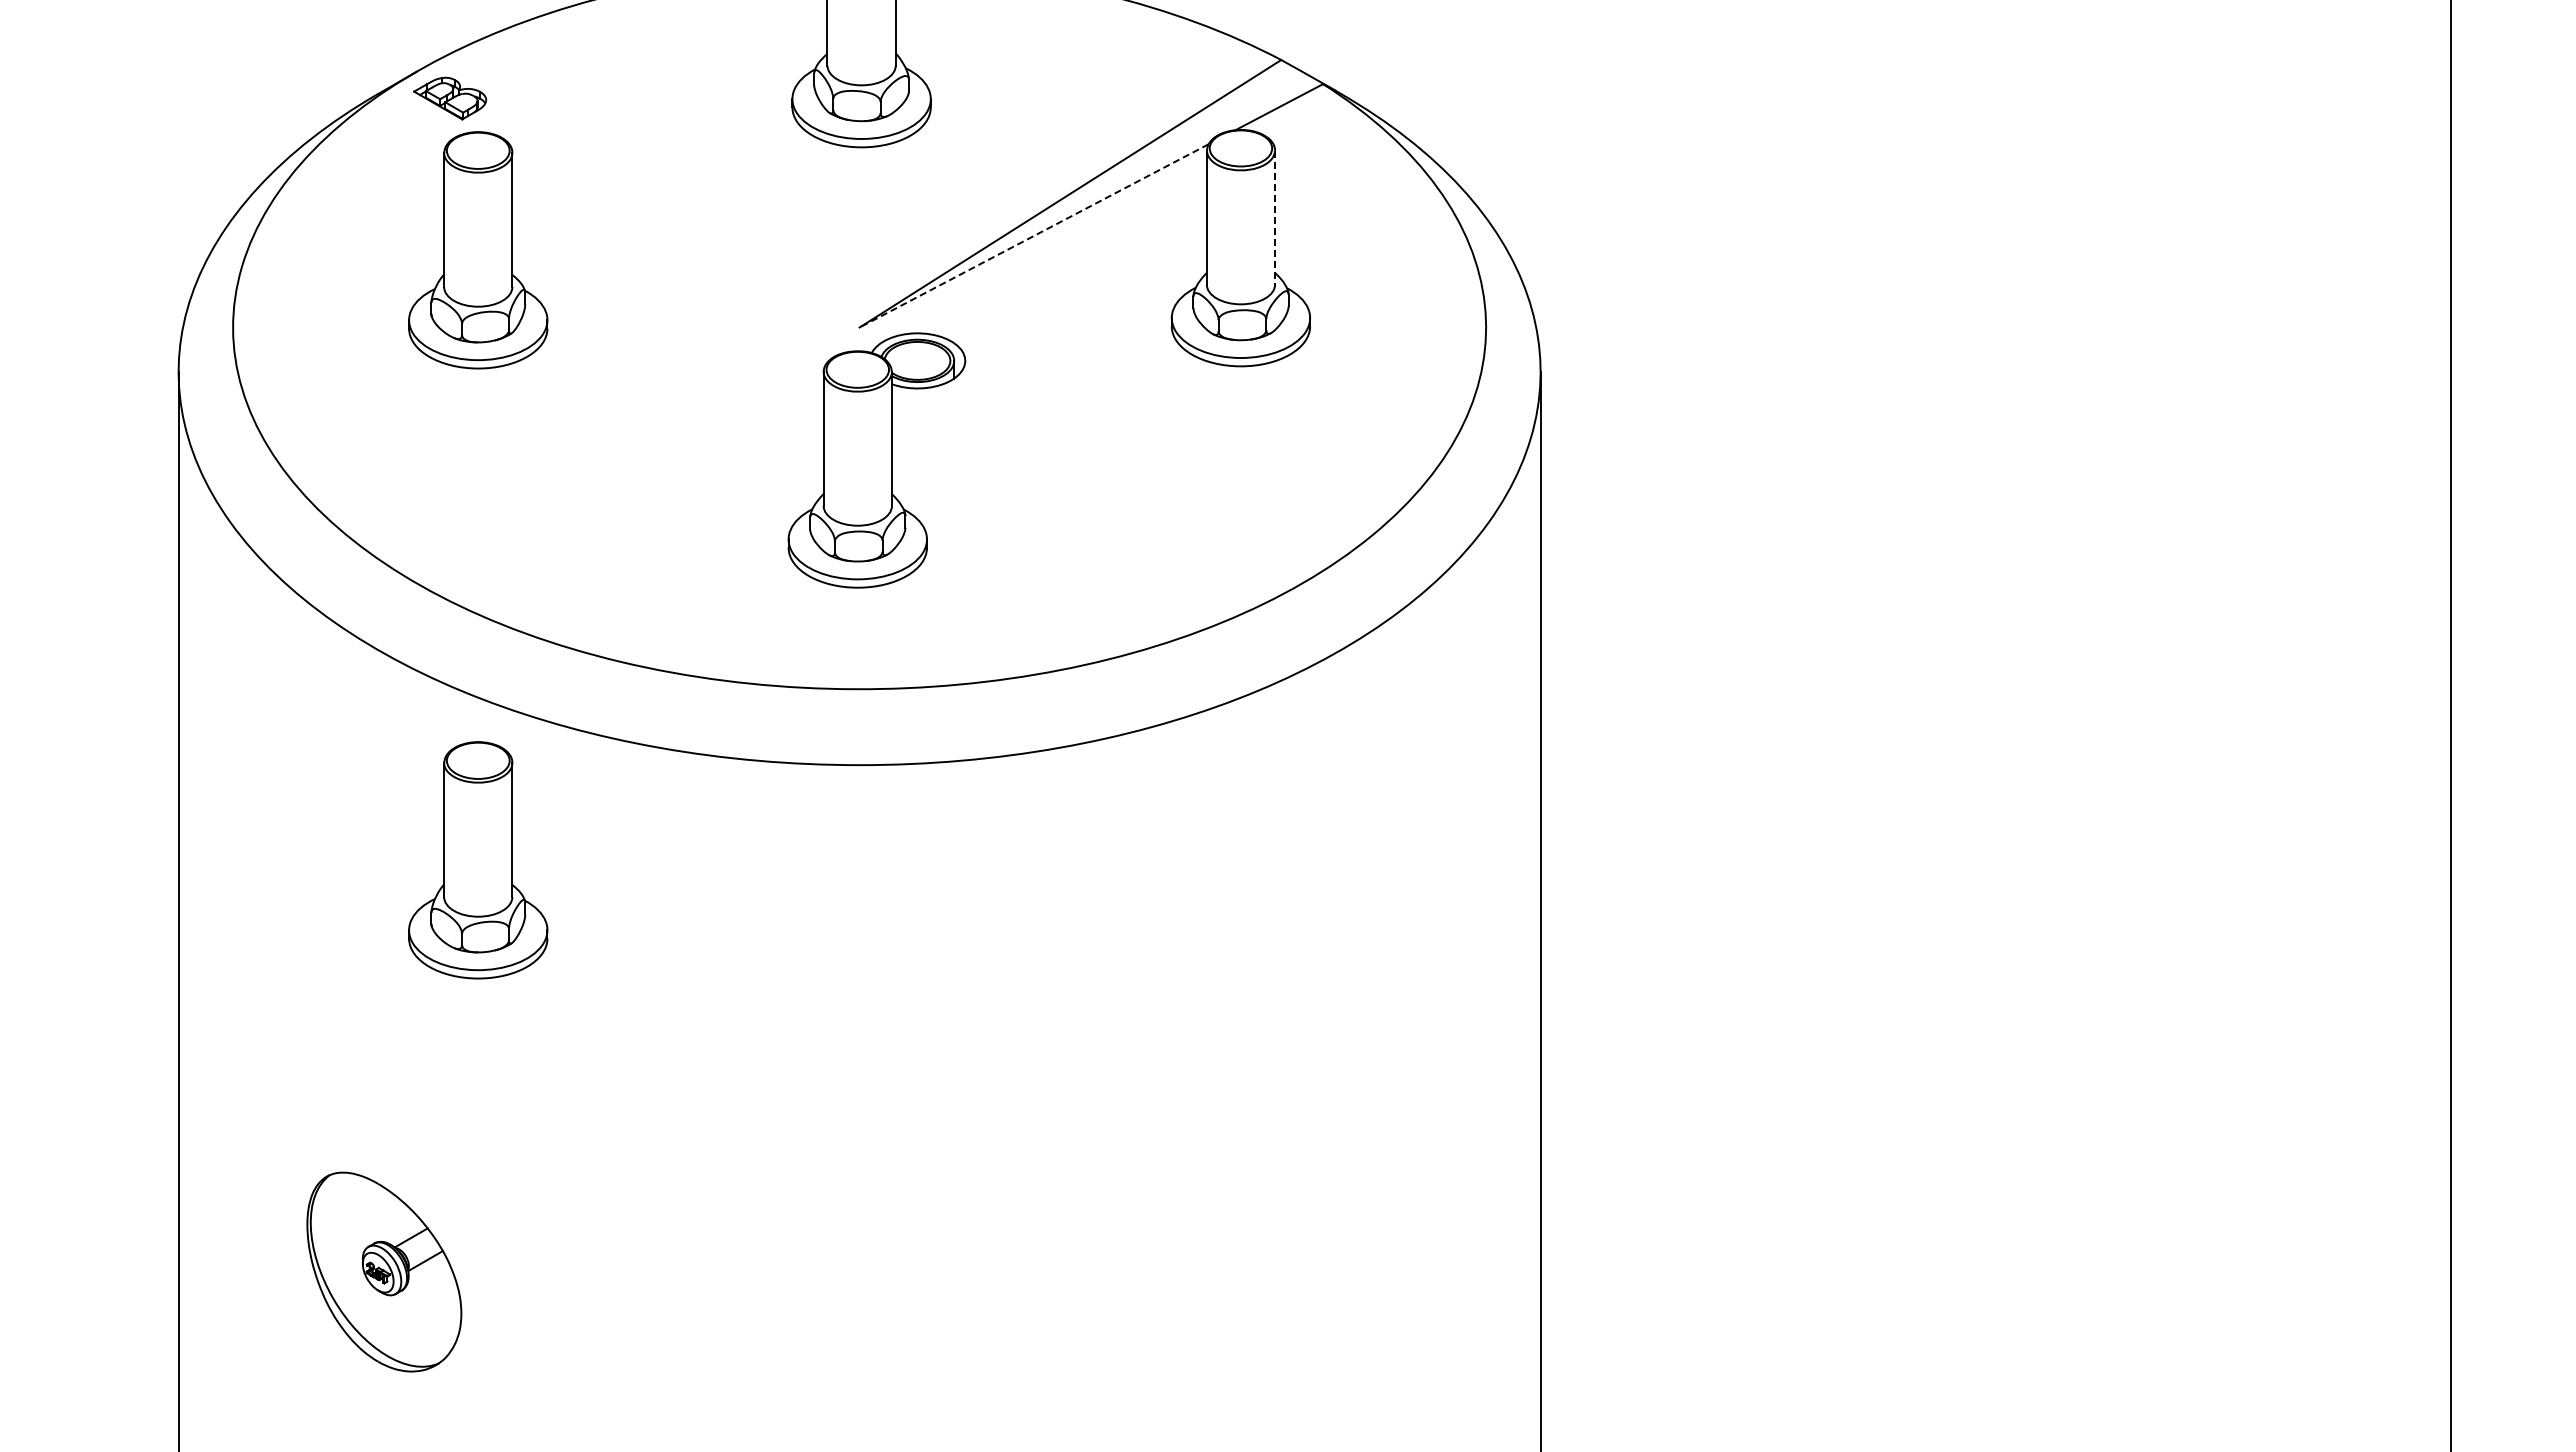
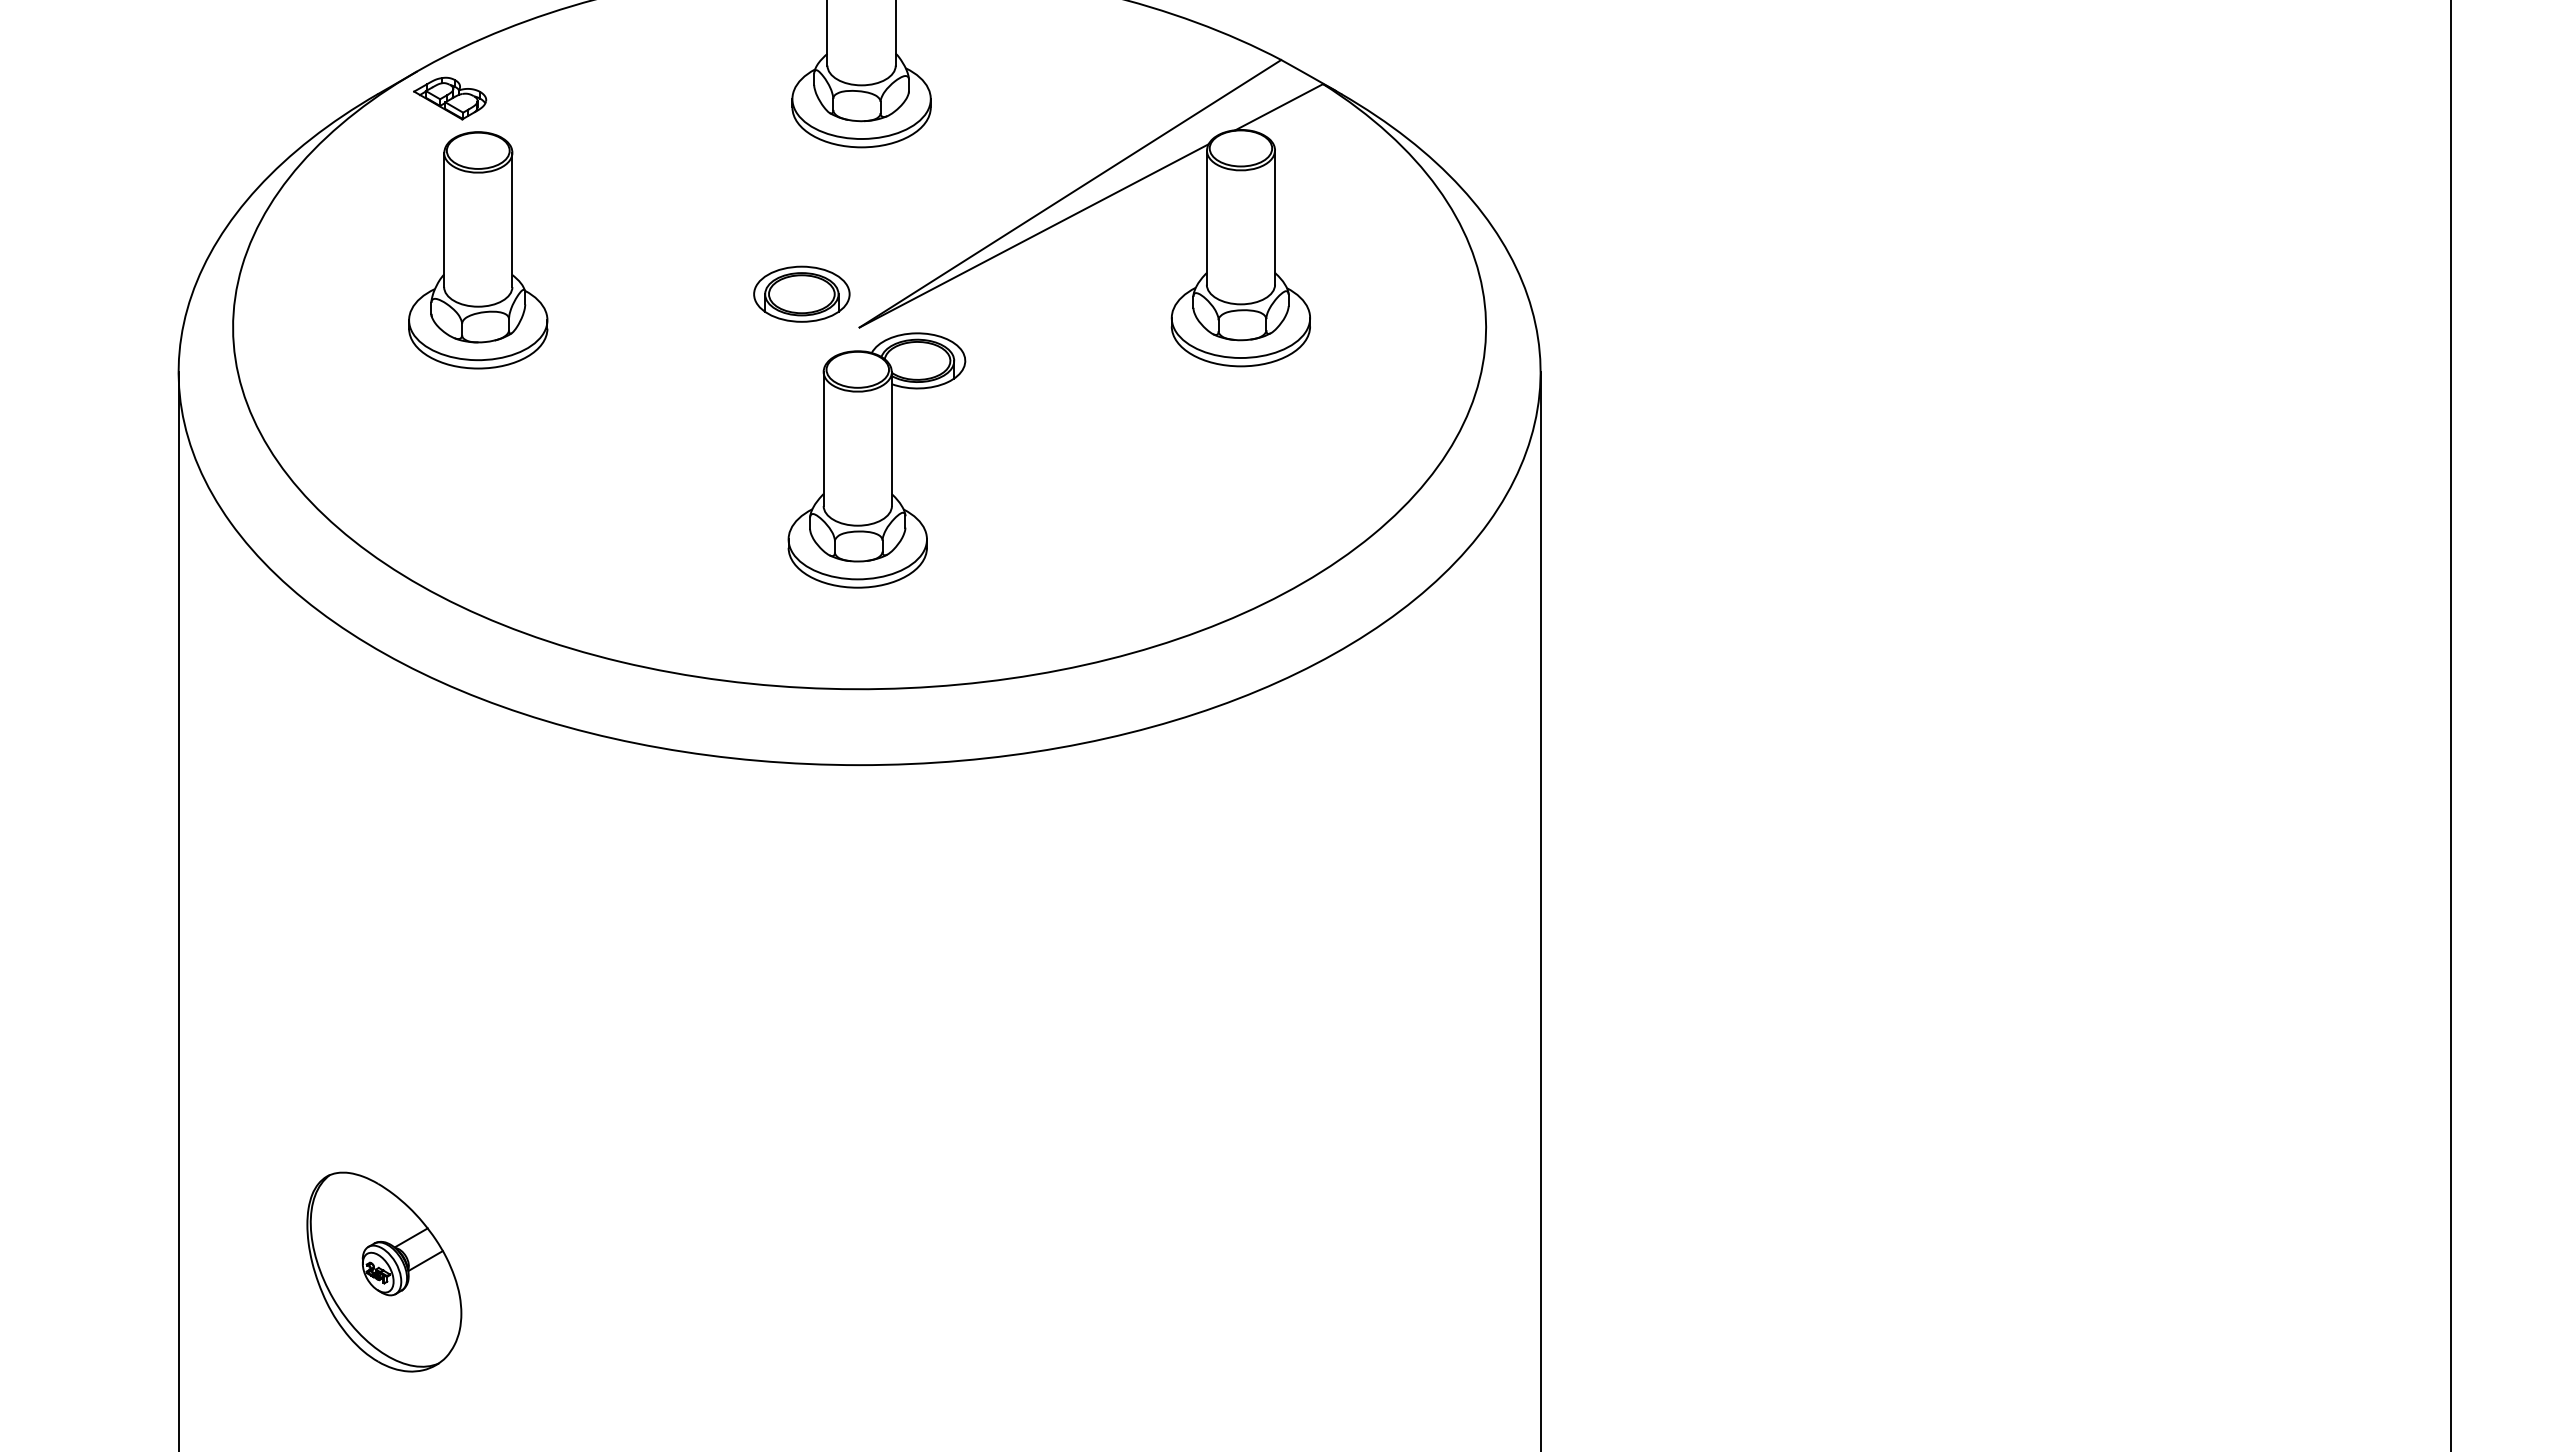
line at (1275, 217): dashed -> solid
line at (1033, 236): dashed -> solid
part at (801, 293): none -> present
part at (478, 860): present -> none
